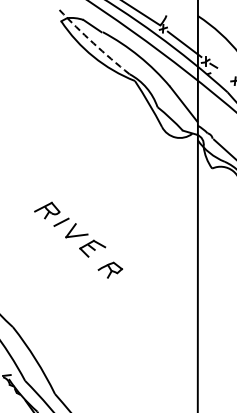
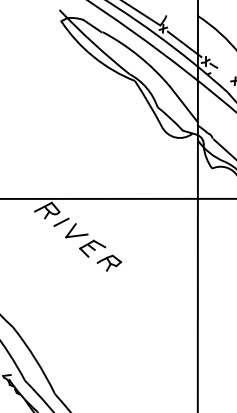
arc at (93, 43): dashed -> solid
line at (117, 198): none -> present
part at (110, 269) position: (110, 269) -> (109, 262)
